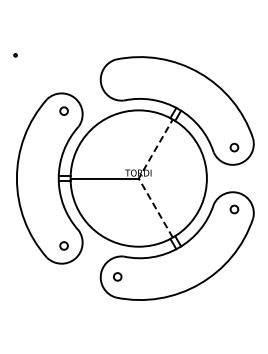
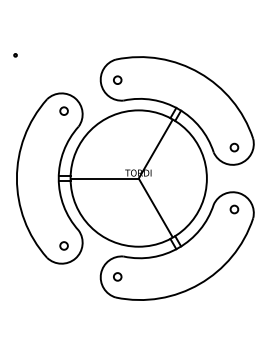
circle at (117, 79): none -> present
line at (138, 178): dashed -> solid
